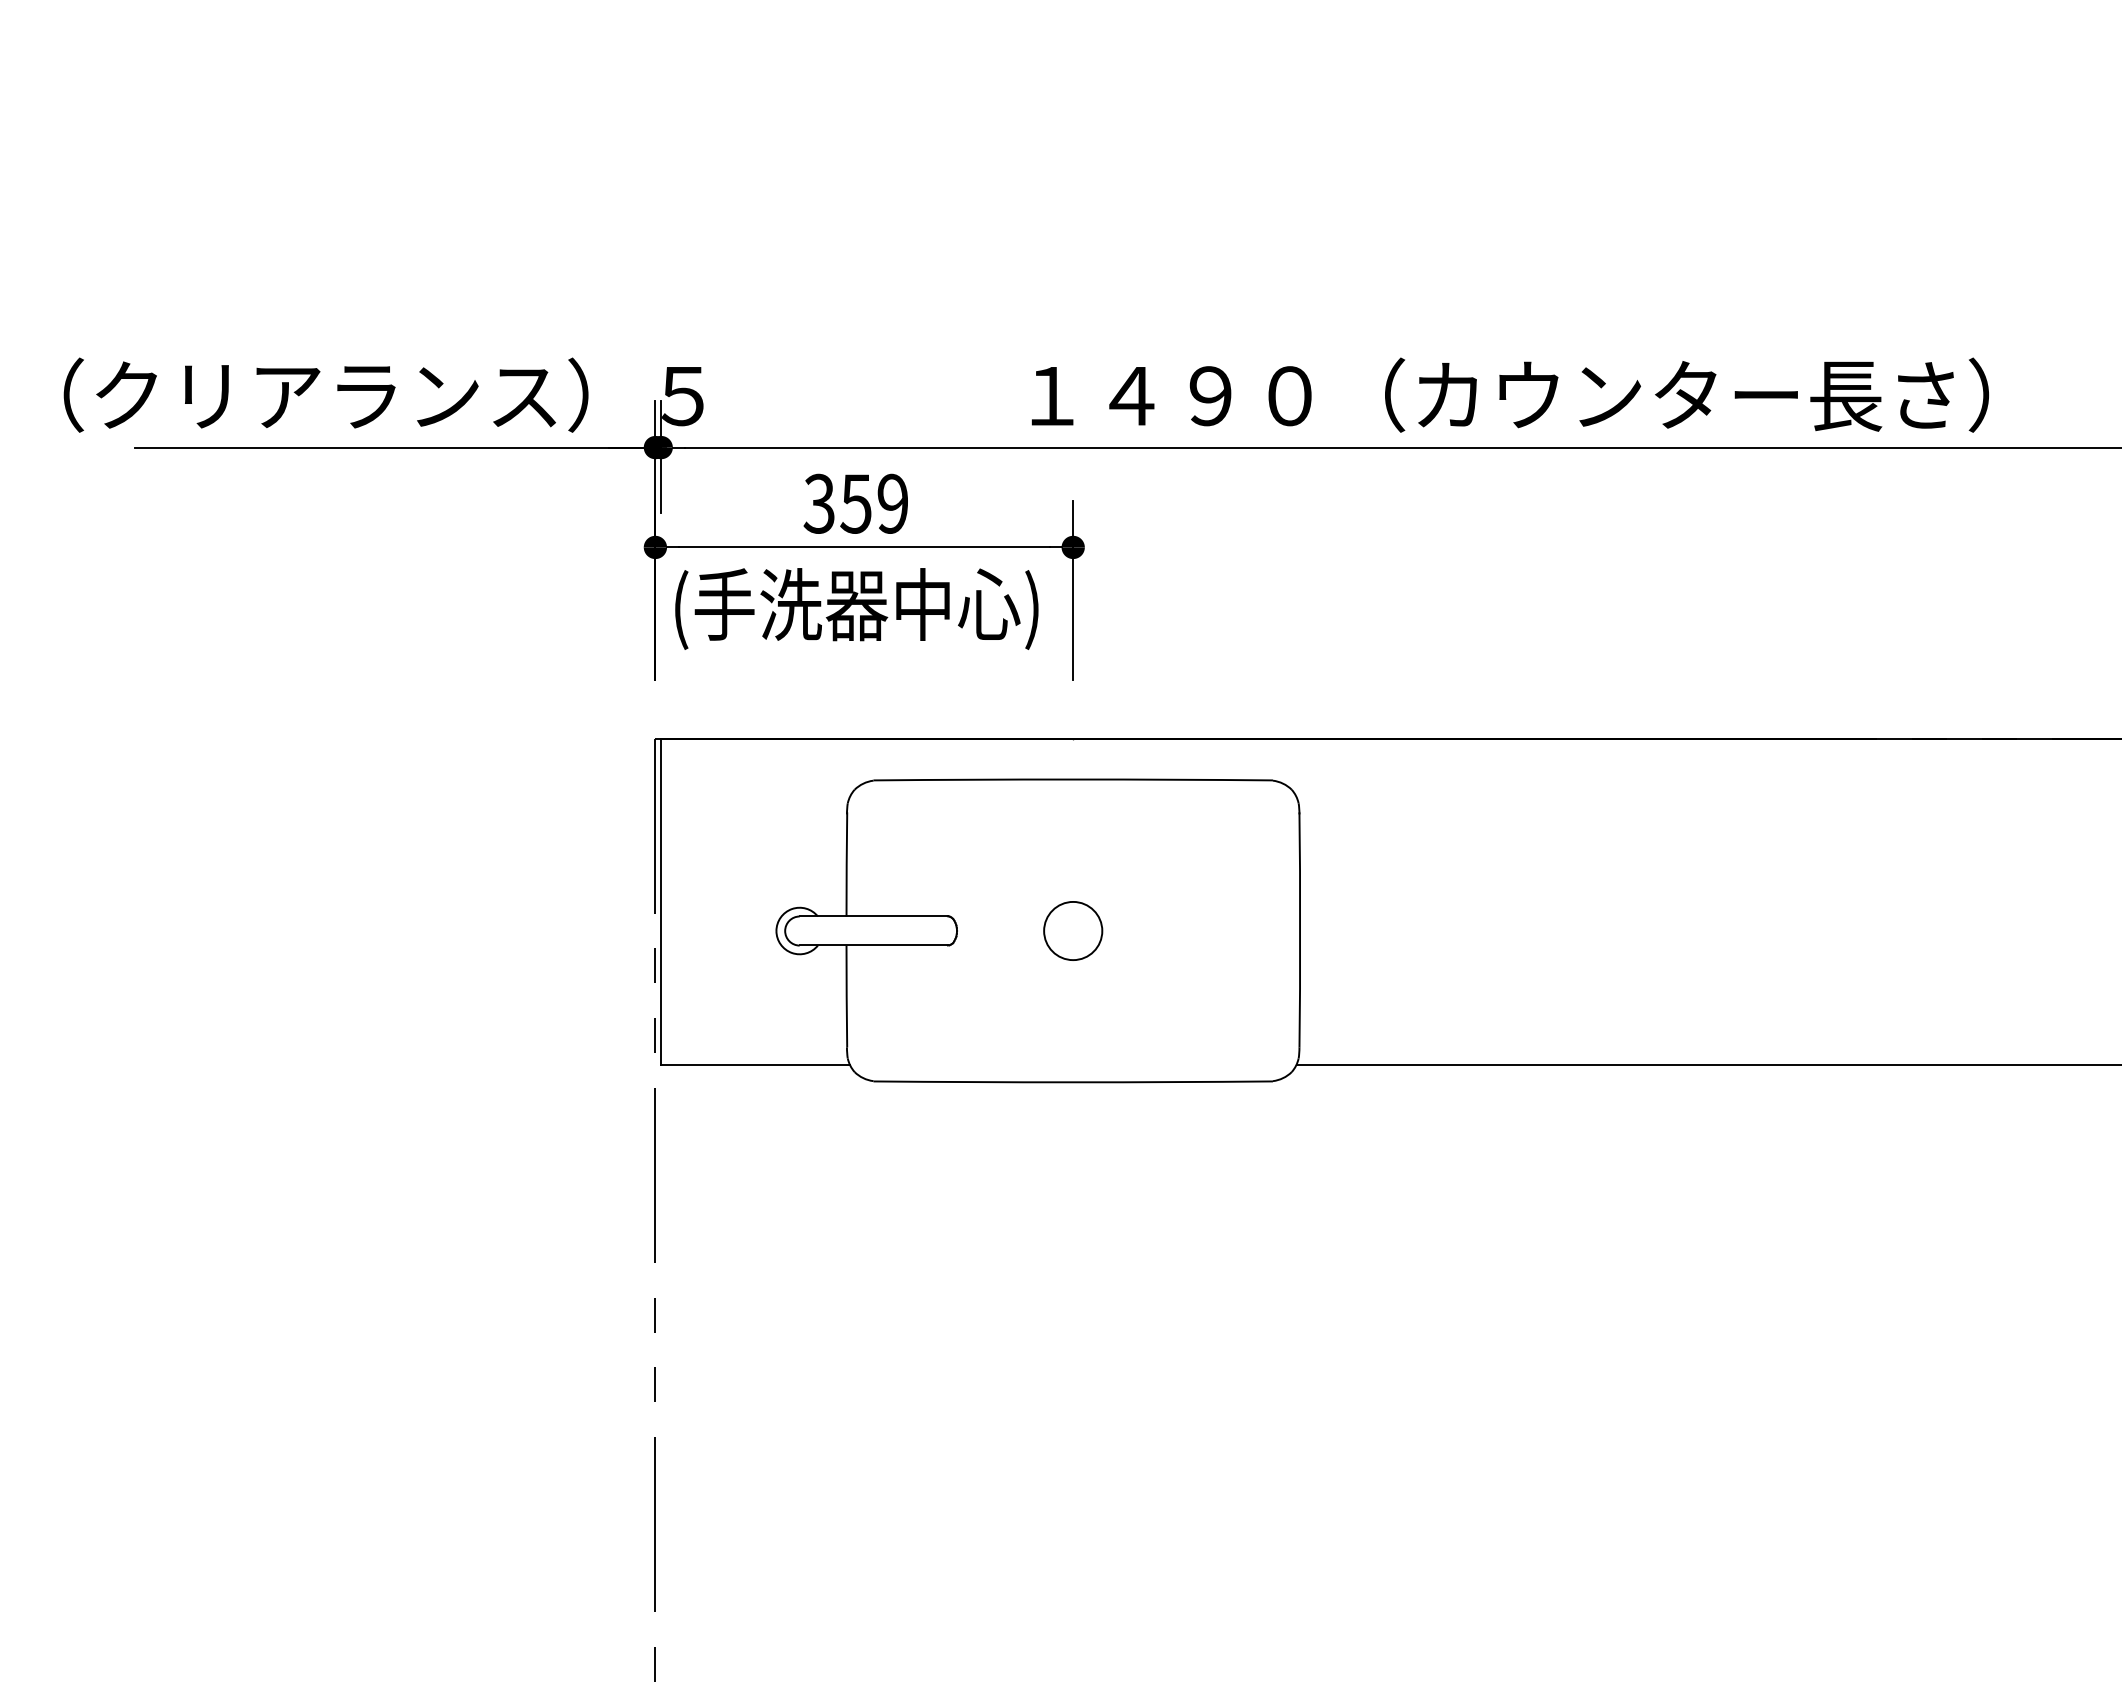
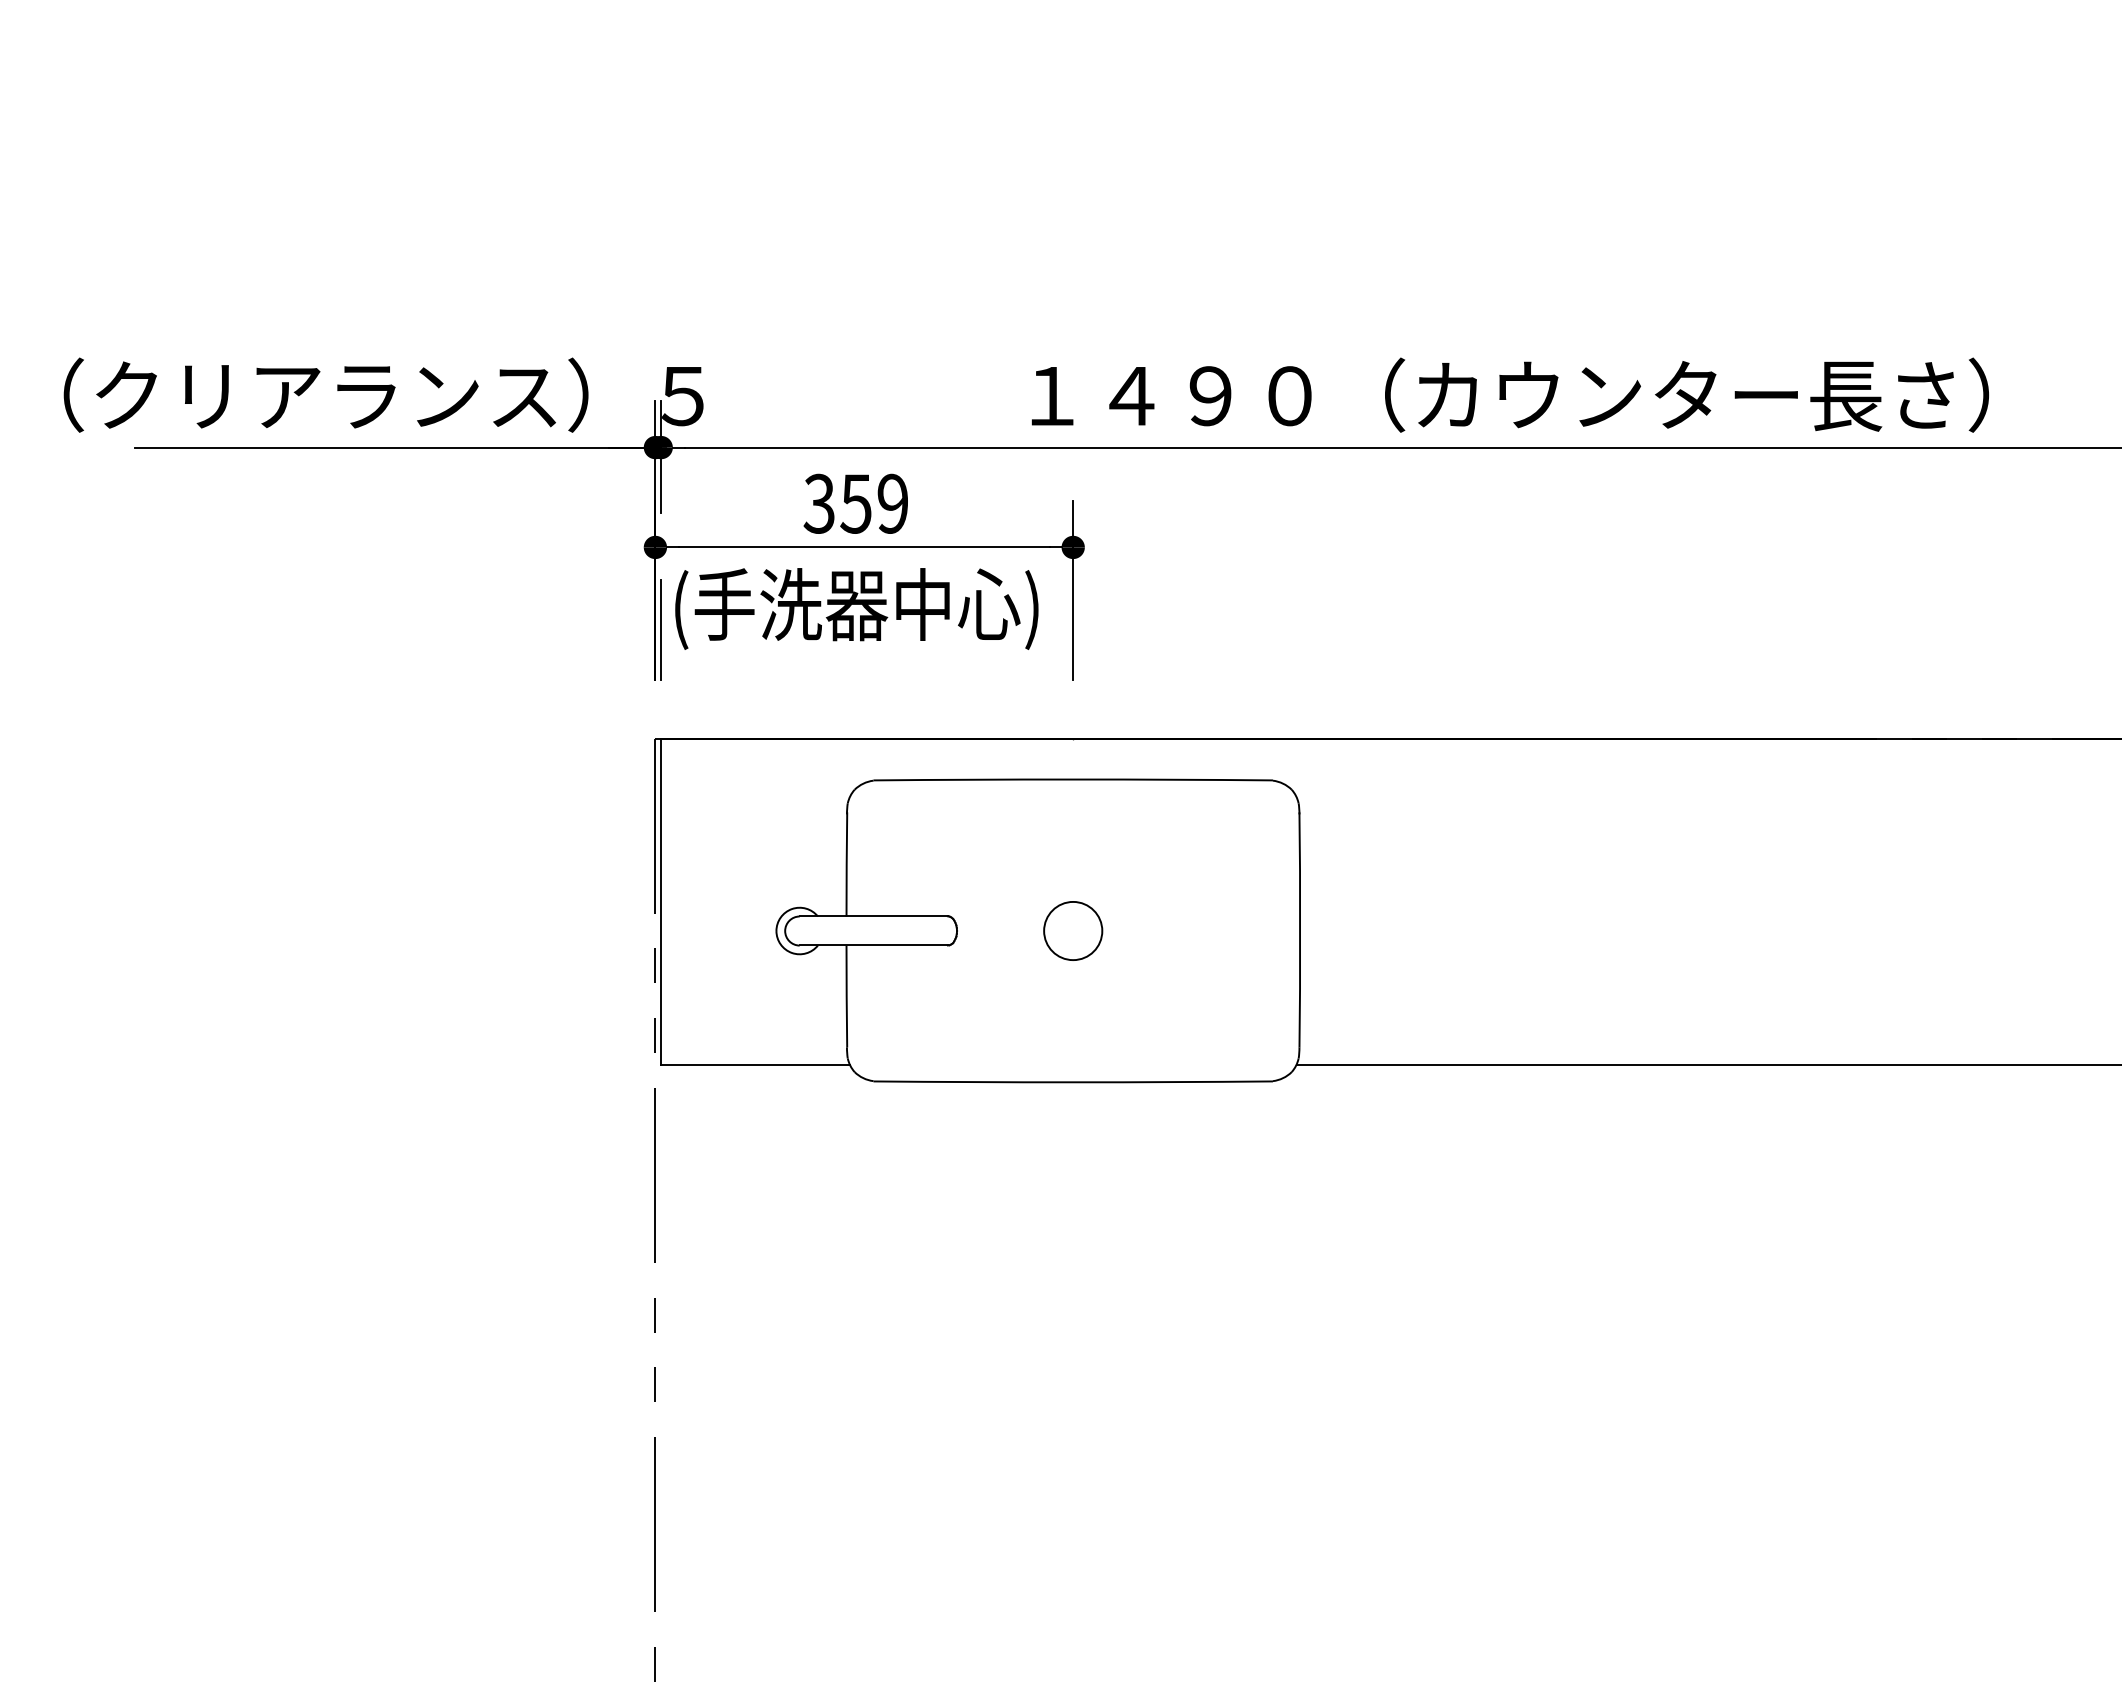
line at (661, 629): none -> present
